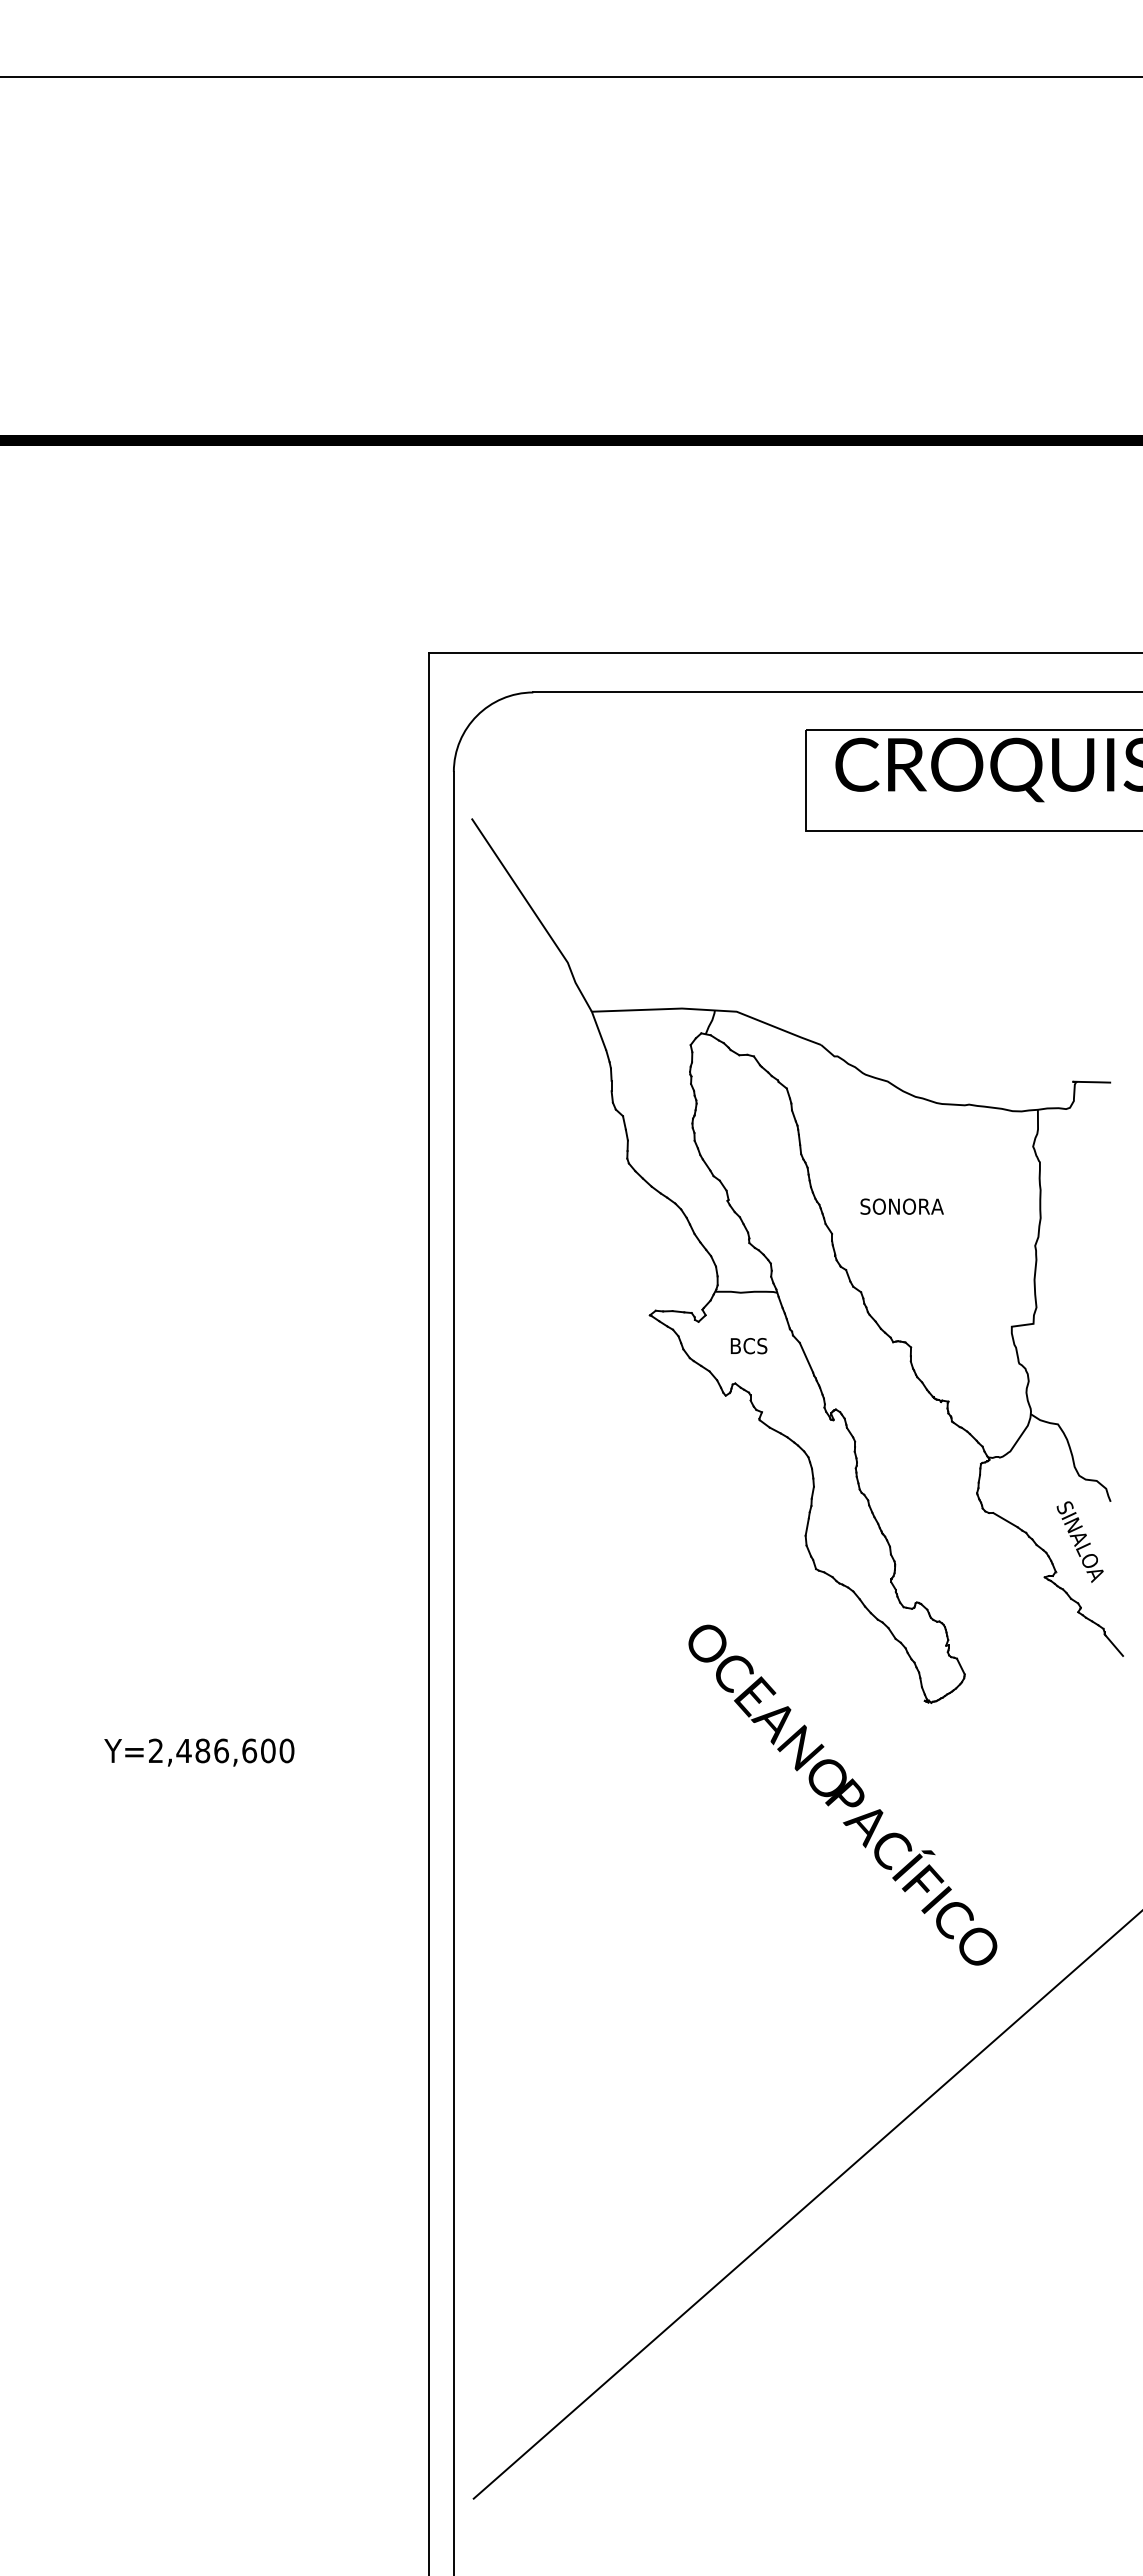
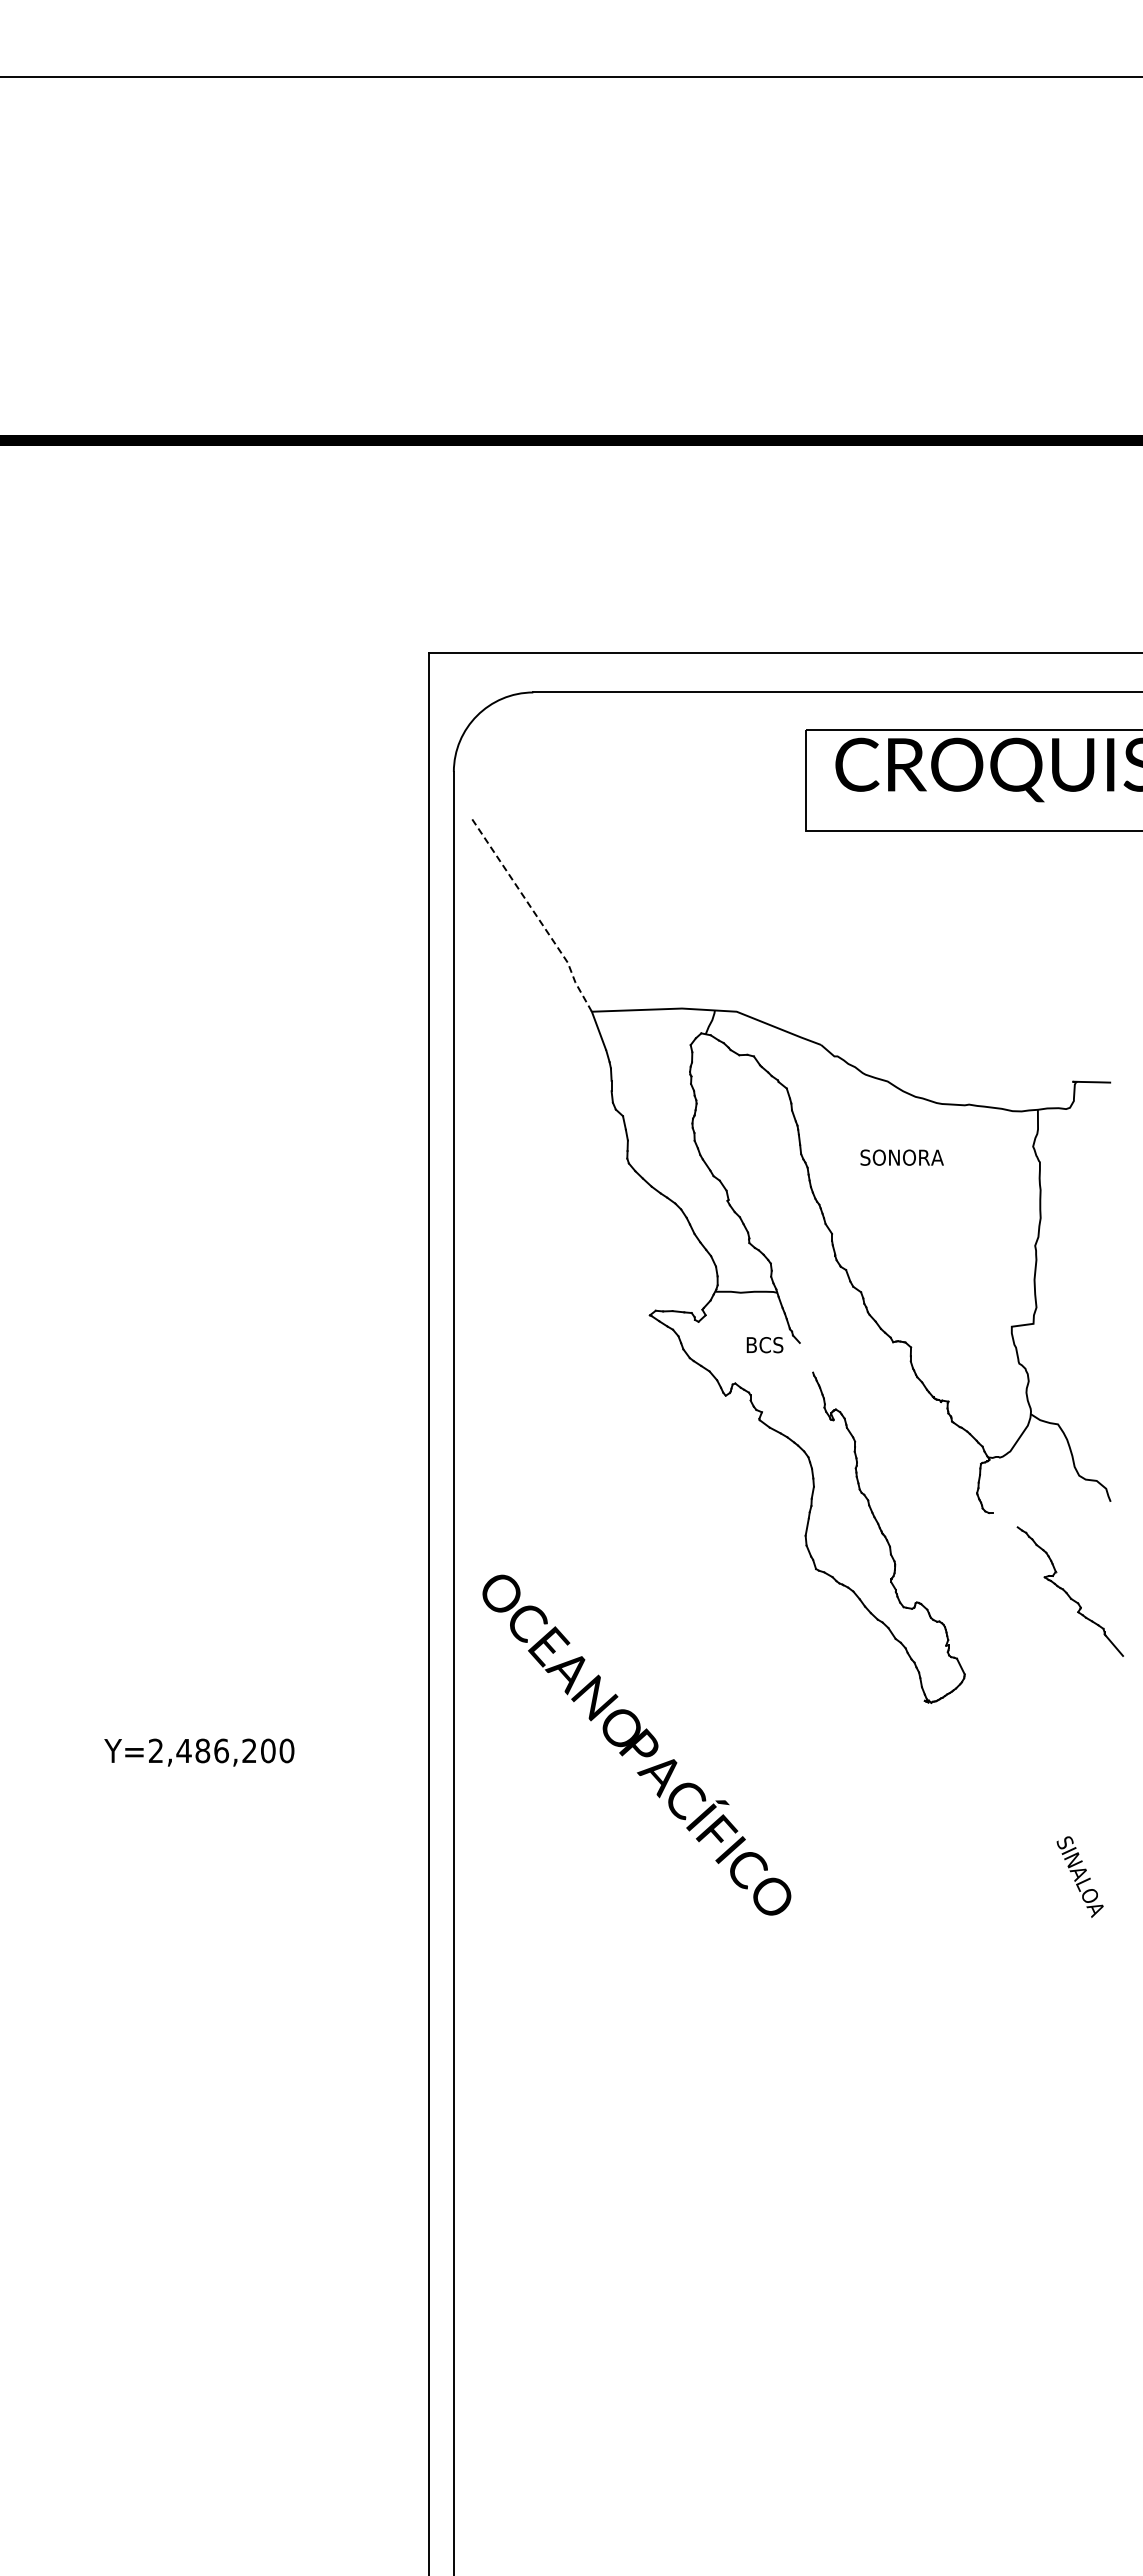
line at (535, 914): solid -> dashed
text at (901, 1206) position: (901, 1206) -> (901, 1157)
text at (748, 1346) position: (748, 1346) -> (764, 1345)
line at (806, 1357): present -> none
line at (1005, 1520): present -> none
text at (1079, 1541) position: (1079, 1541) -> (1079, 1876)
text at (249, 1750): Y=2,486,600 -> Y=2,486,200
text at (842, 1794) position: (842, 1794) -> (636, 1744)
line at (806, 2205): present -> none
